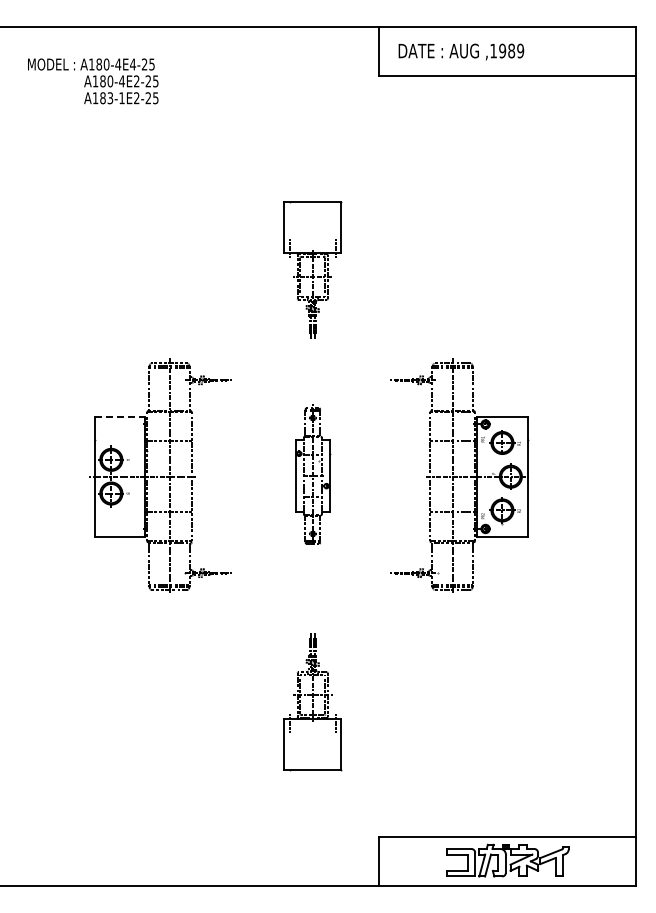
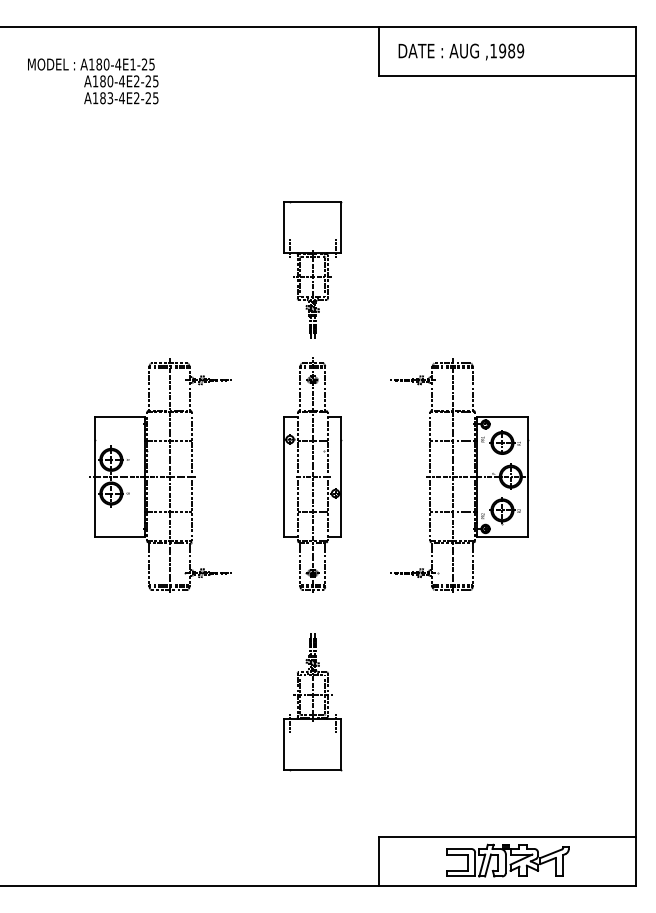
text at (132, 64): A180-4E4-25 -> A180-4E1-25
text at (122, 98): A183-1E2-25 -> A183-4E2-25
line at (120, 416): dashed -> solid
part at (313, 474) size: 37x141 px -> 60x236 px
